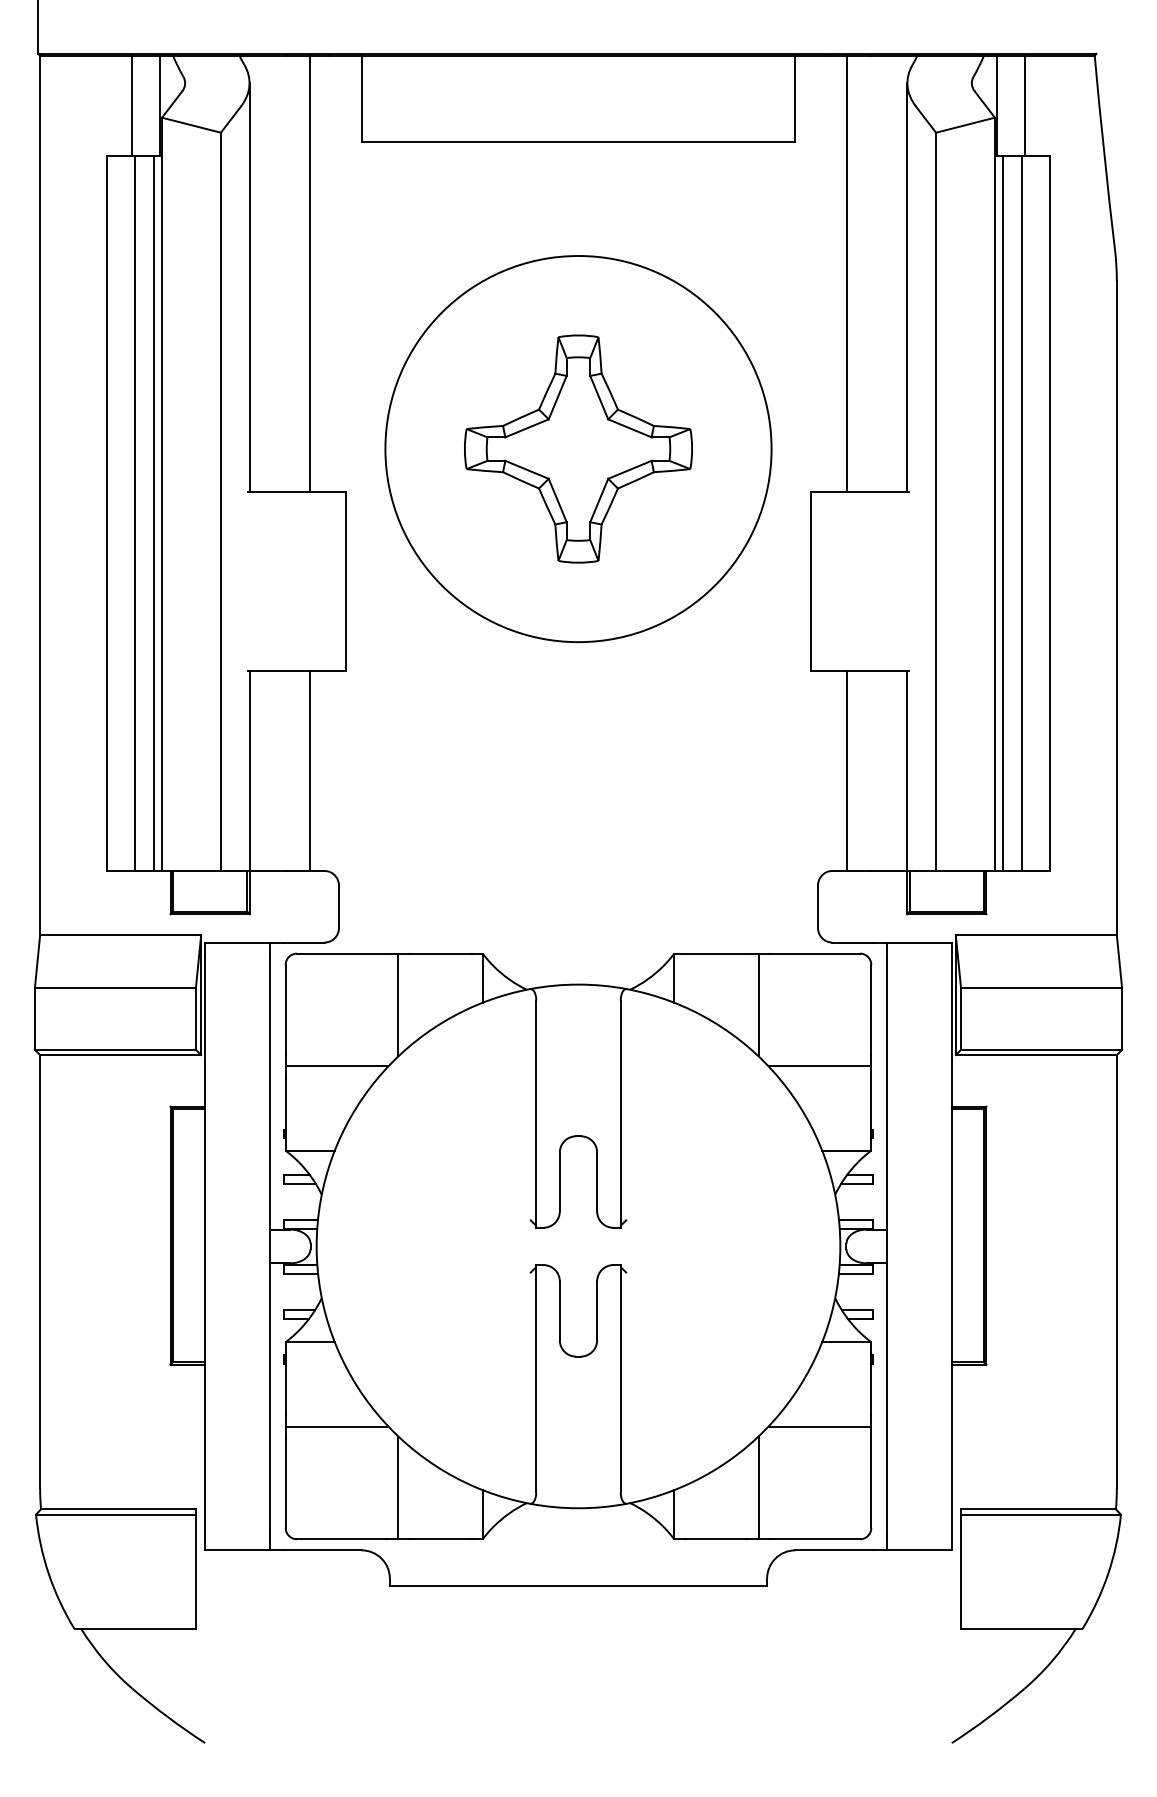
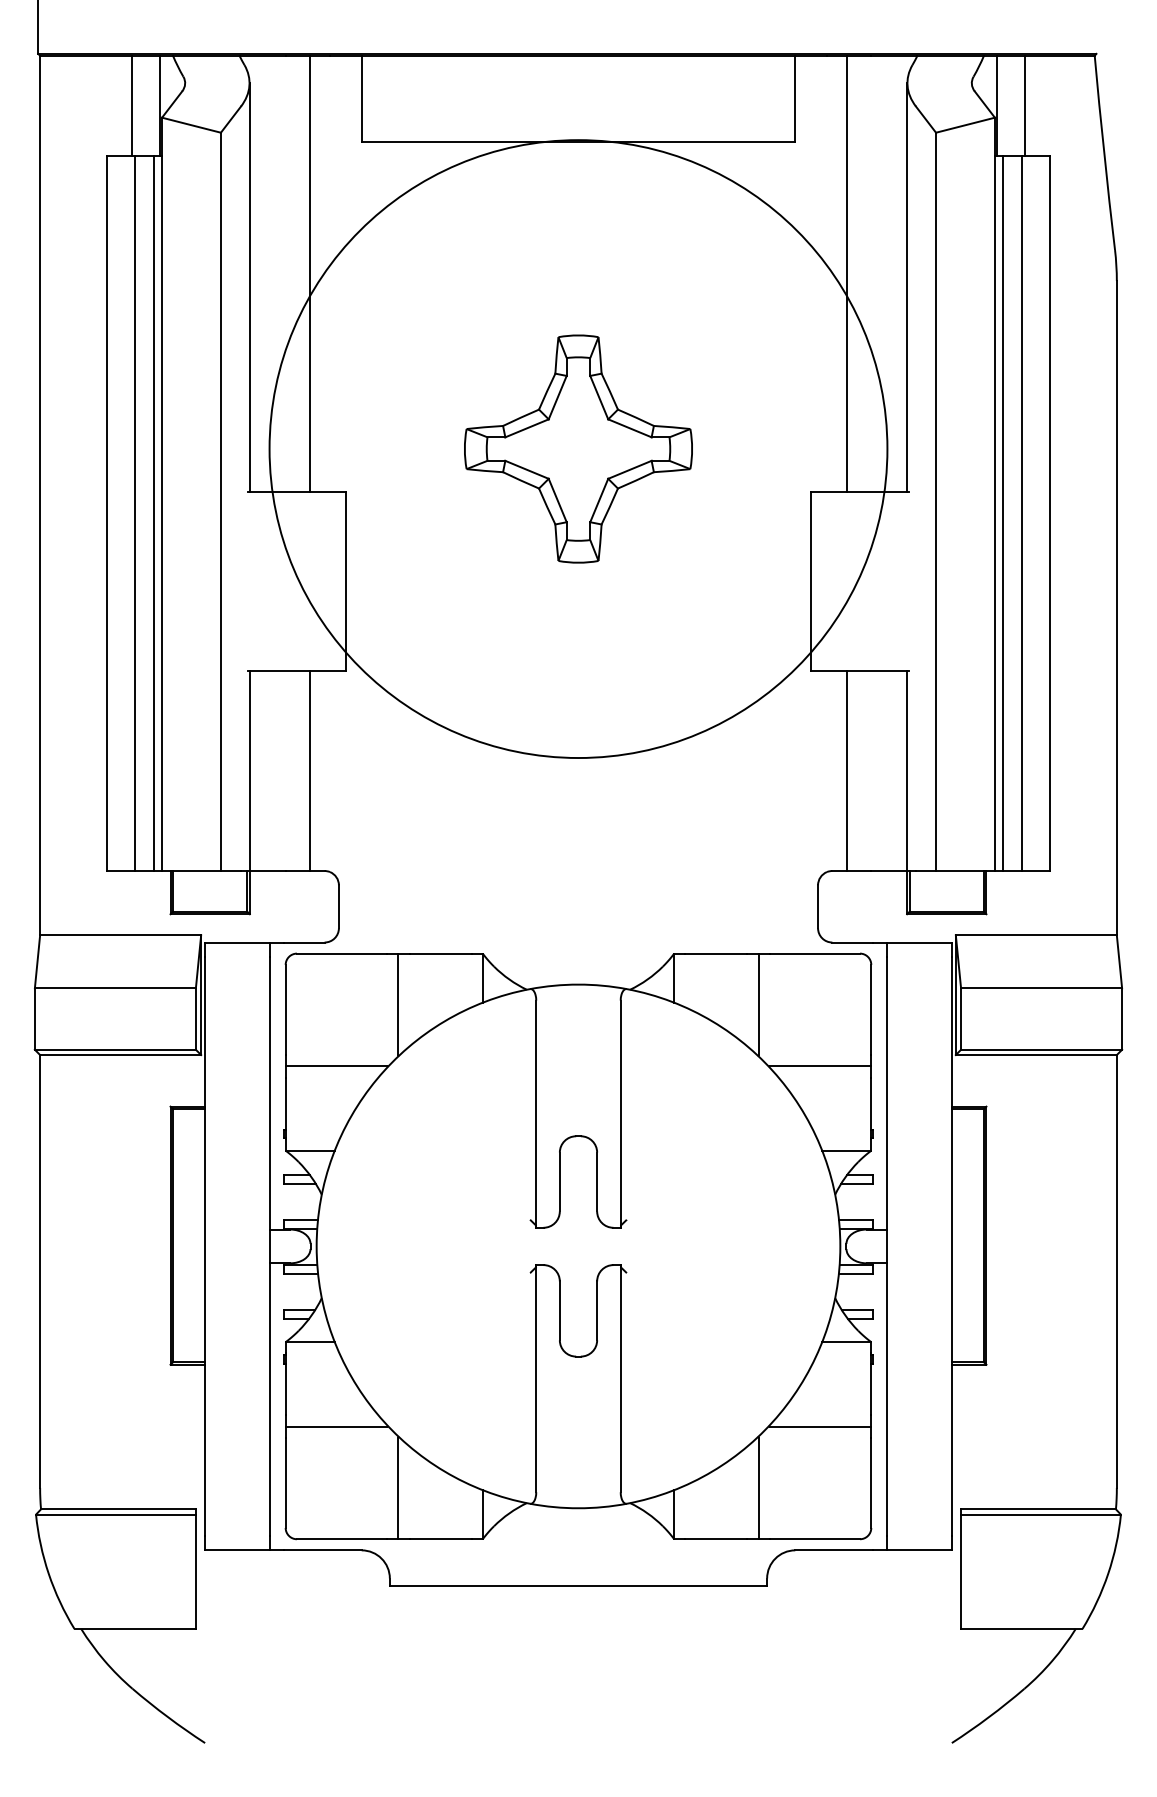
circle at (578, 449) diameter: 386 px -> 618 px
